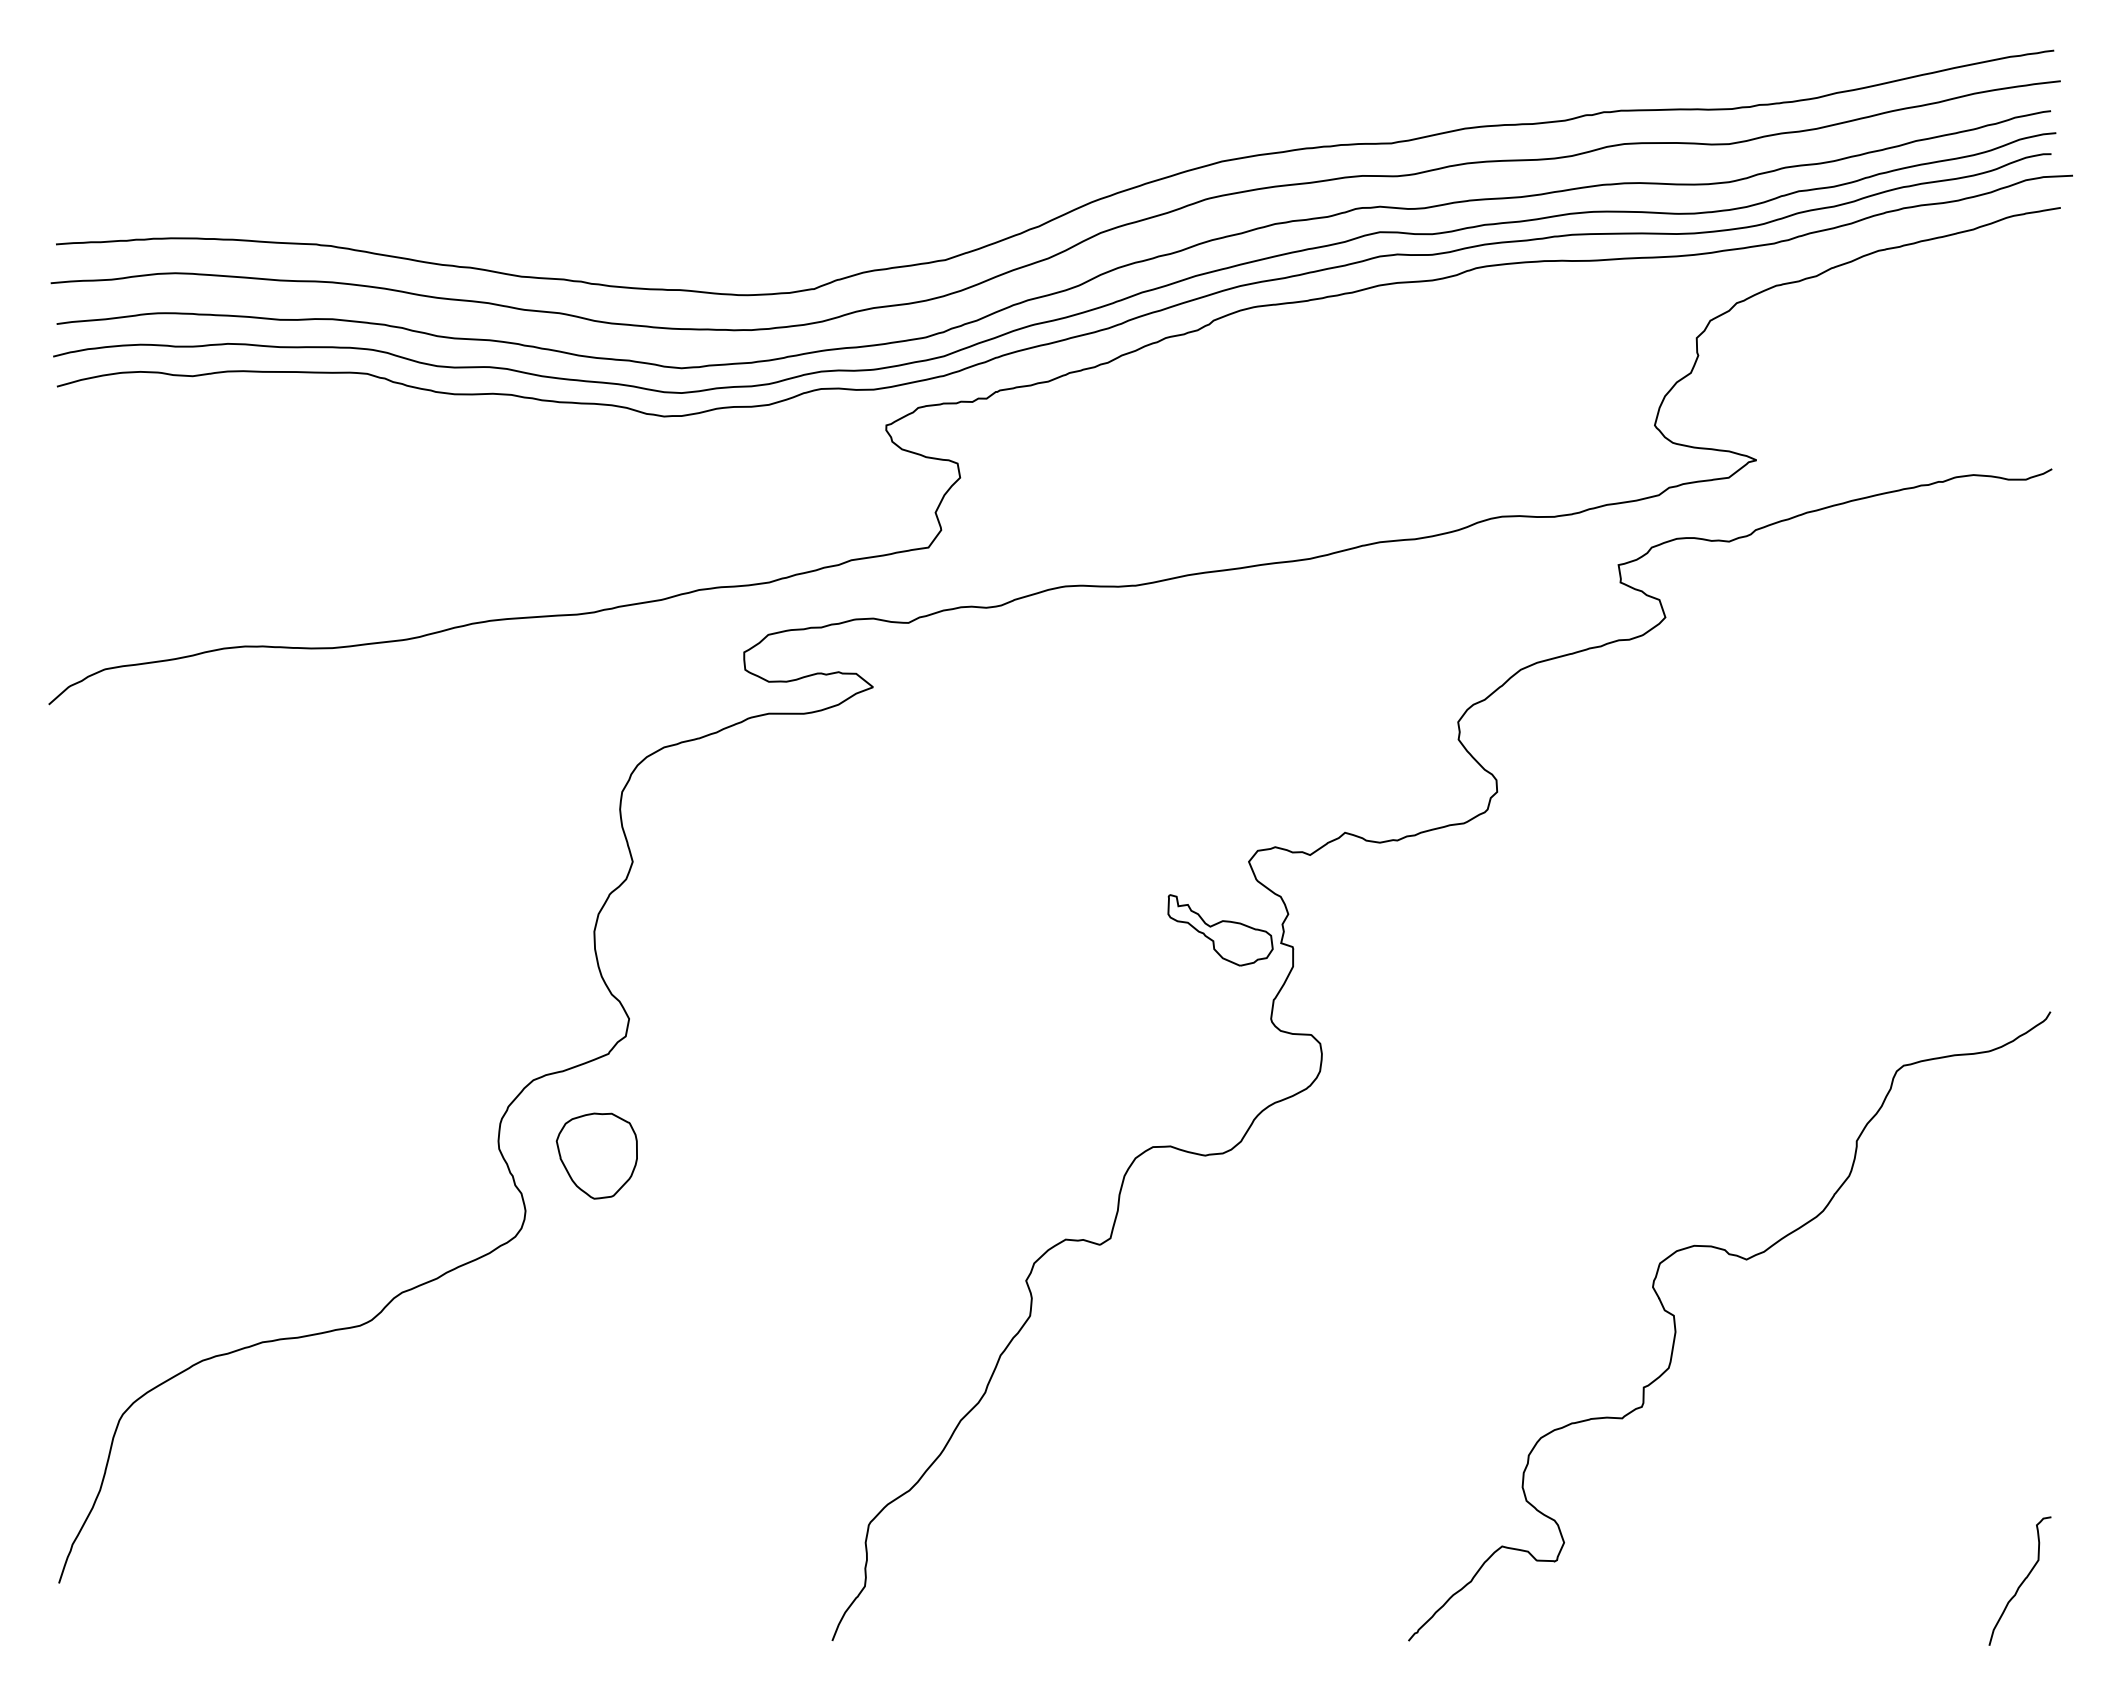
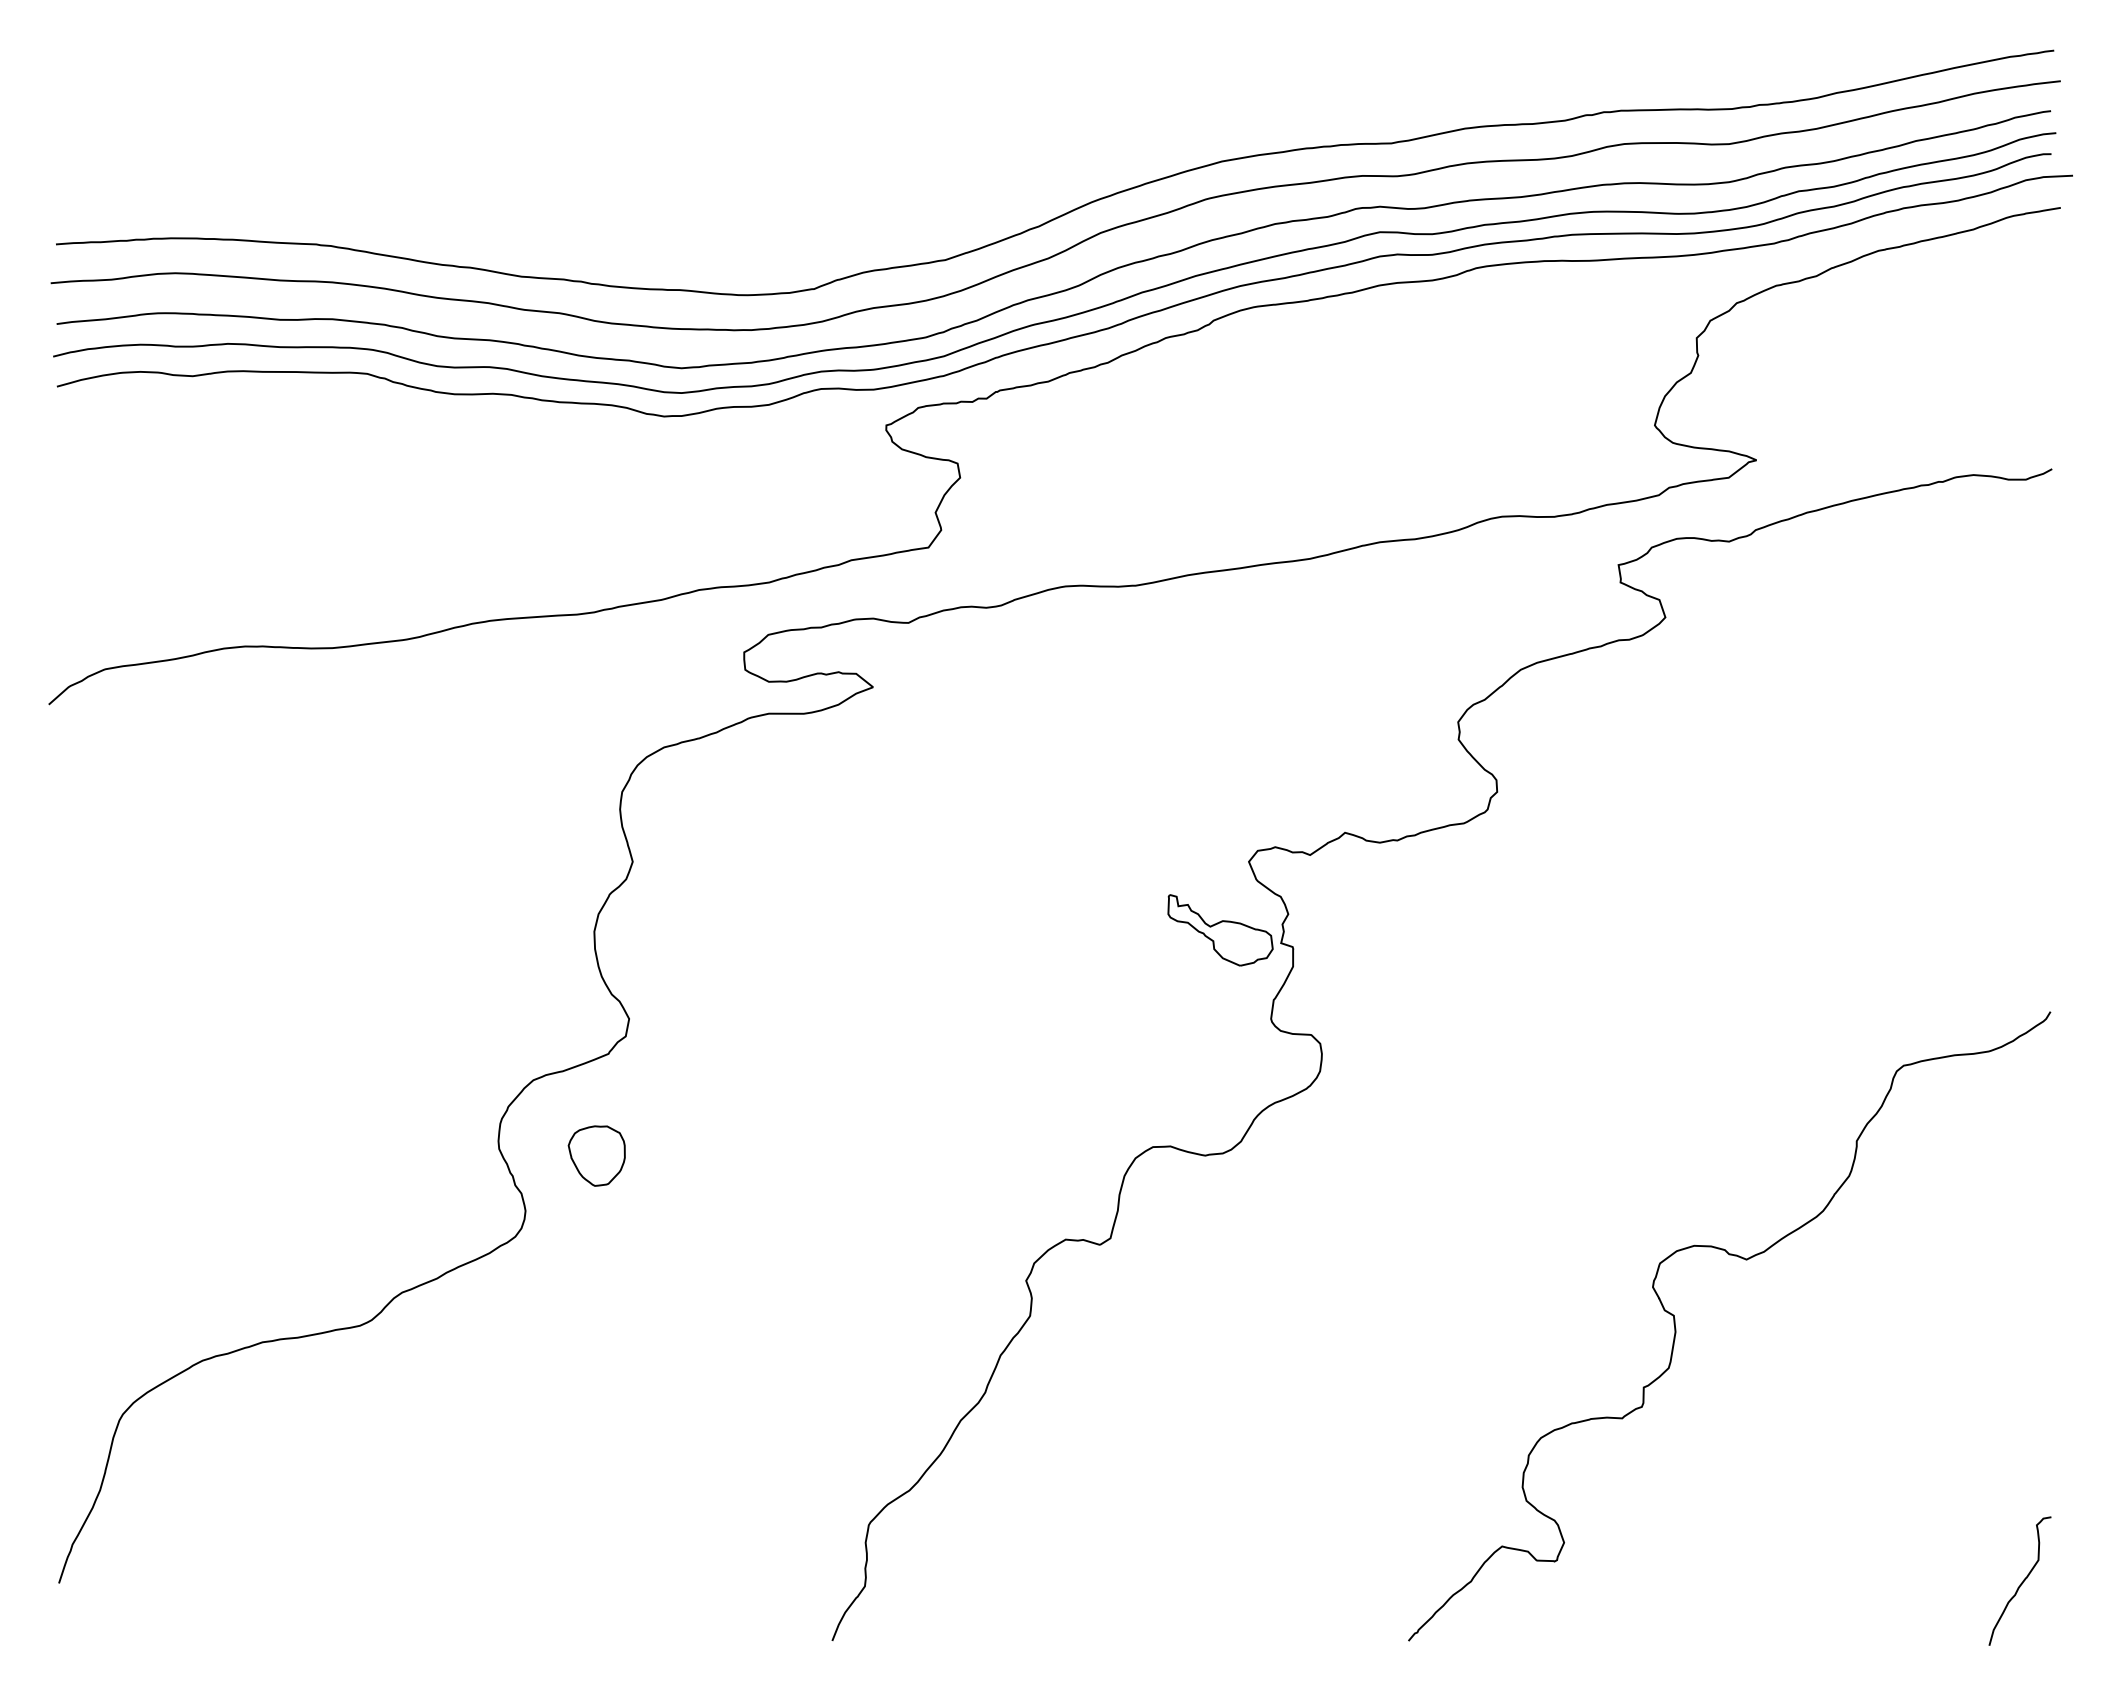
part at (596, 1155) size: 83x88 px -> 59x62 px
